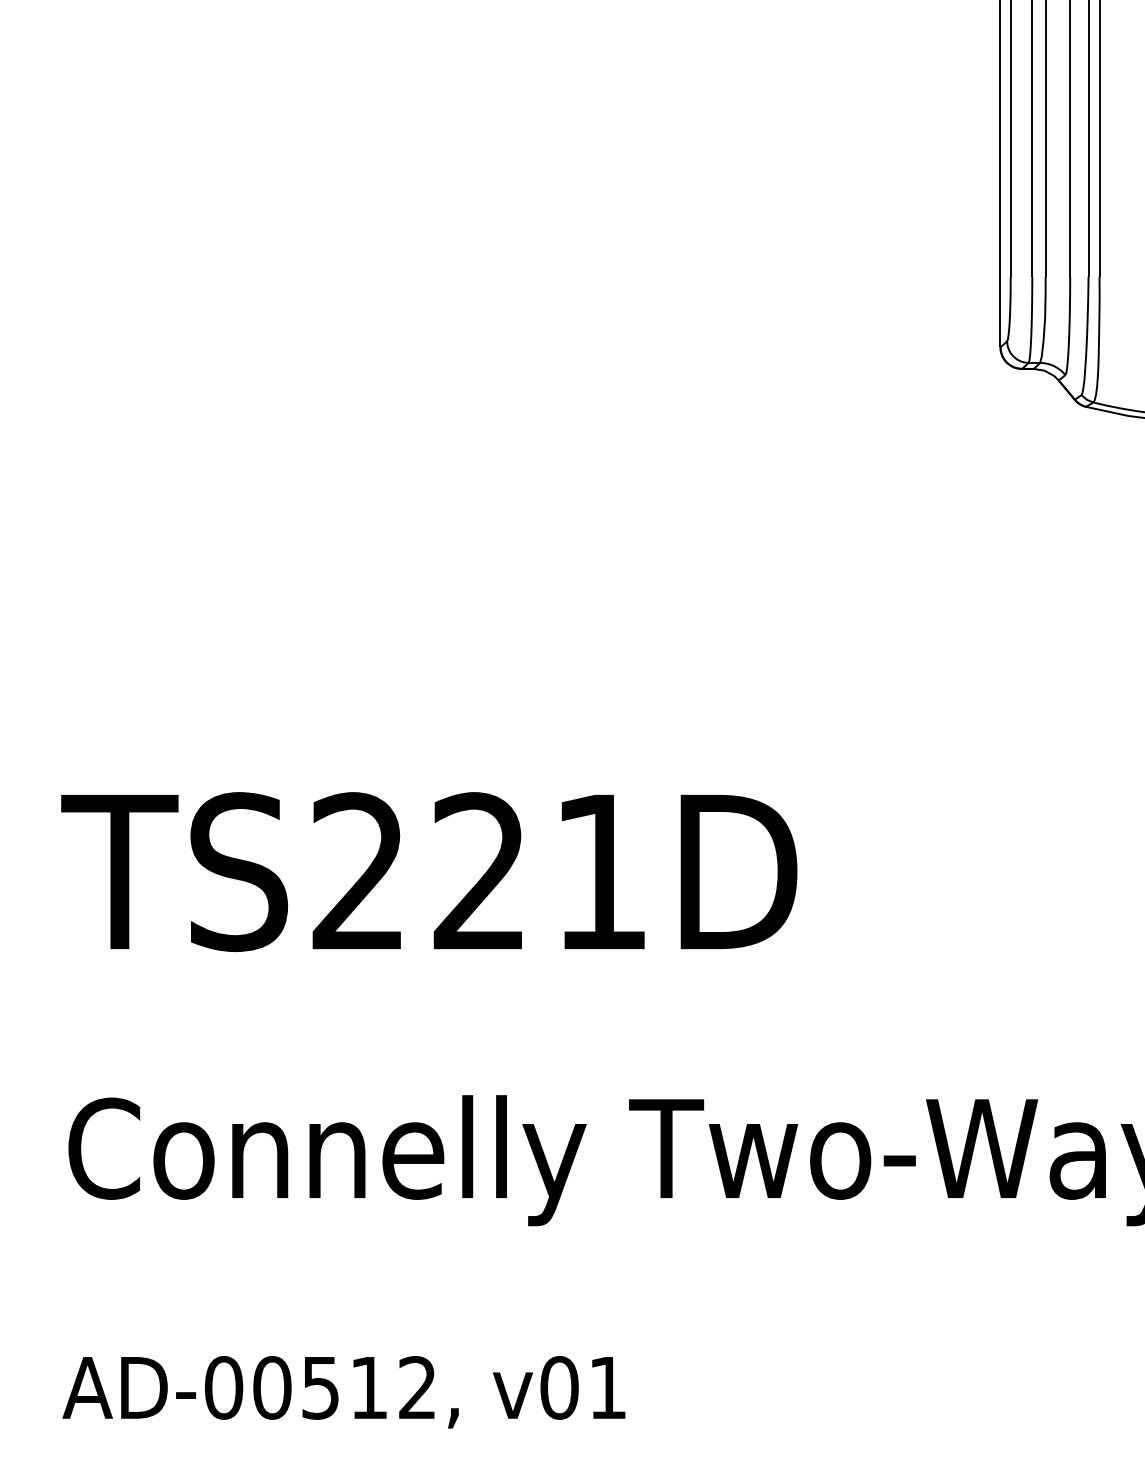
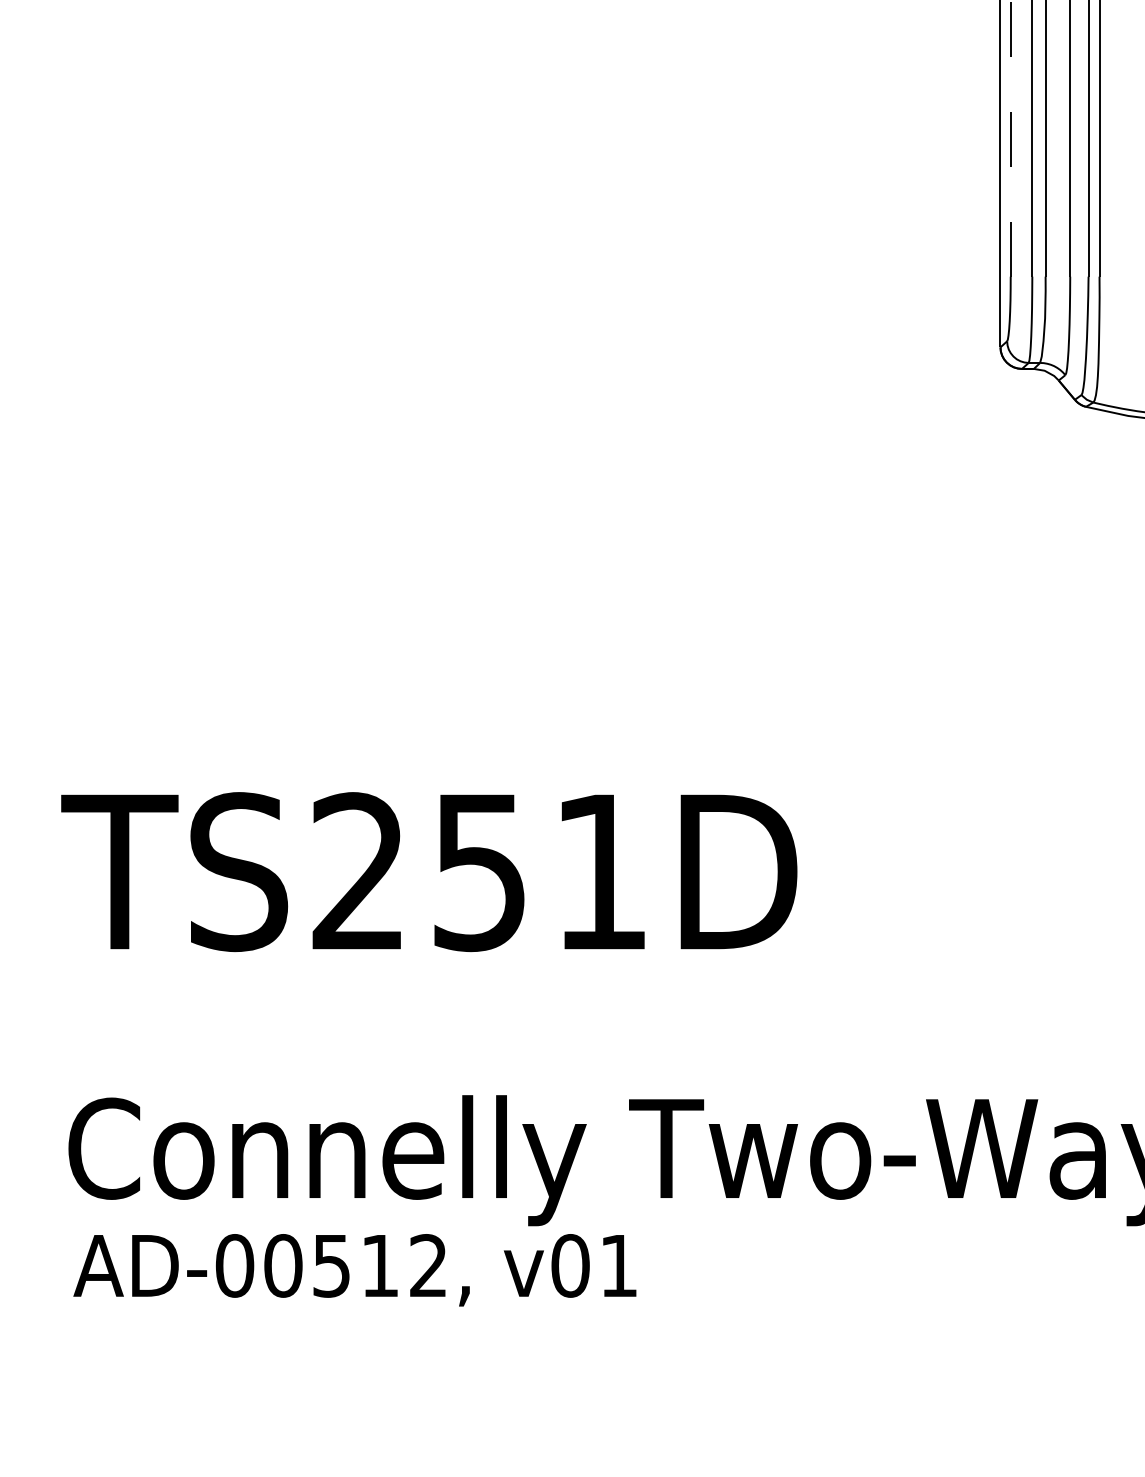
line at (1010, 138): solid -> dashed
text at (478, 872): TS221D -> TS251D
text at (343, 1392) position: (343, 1392) -> (354, 1270)
